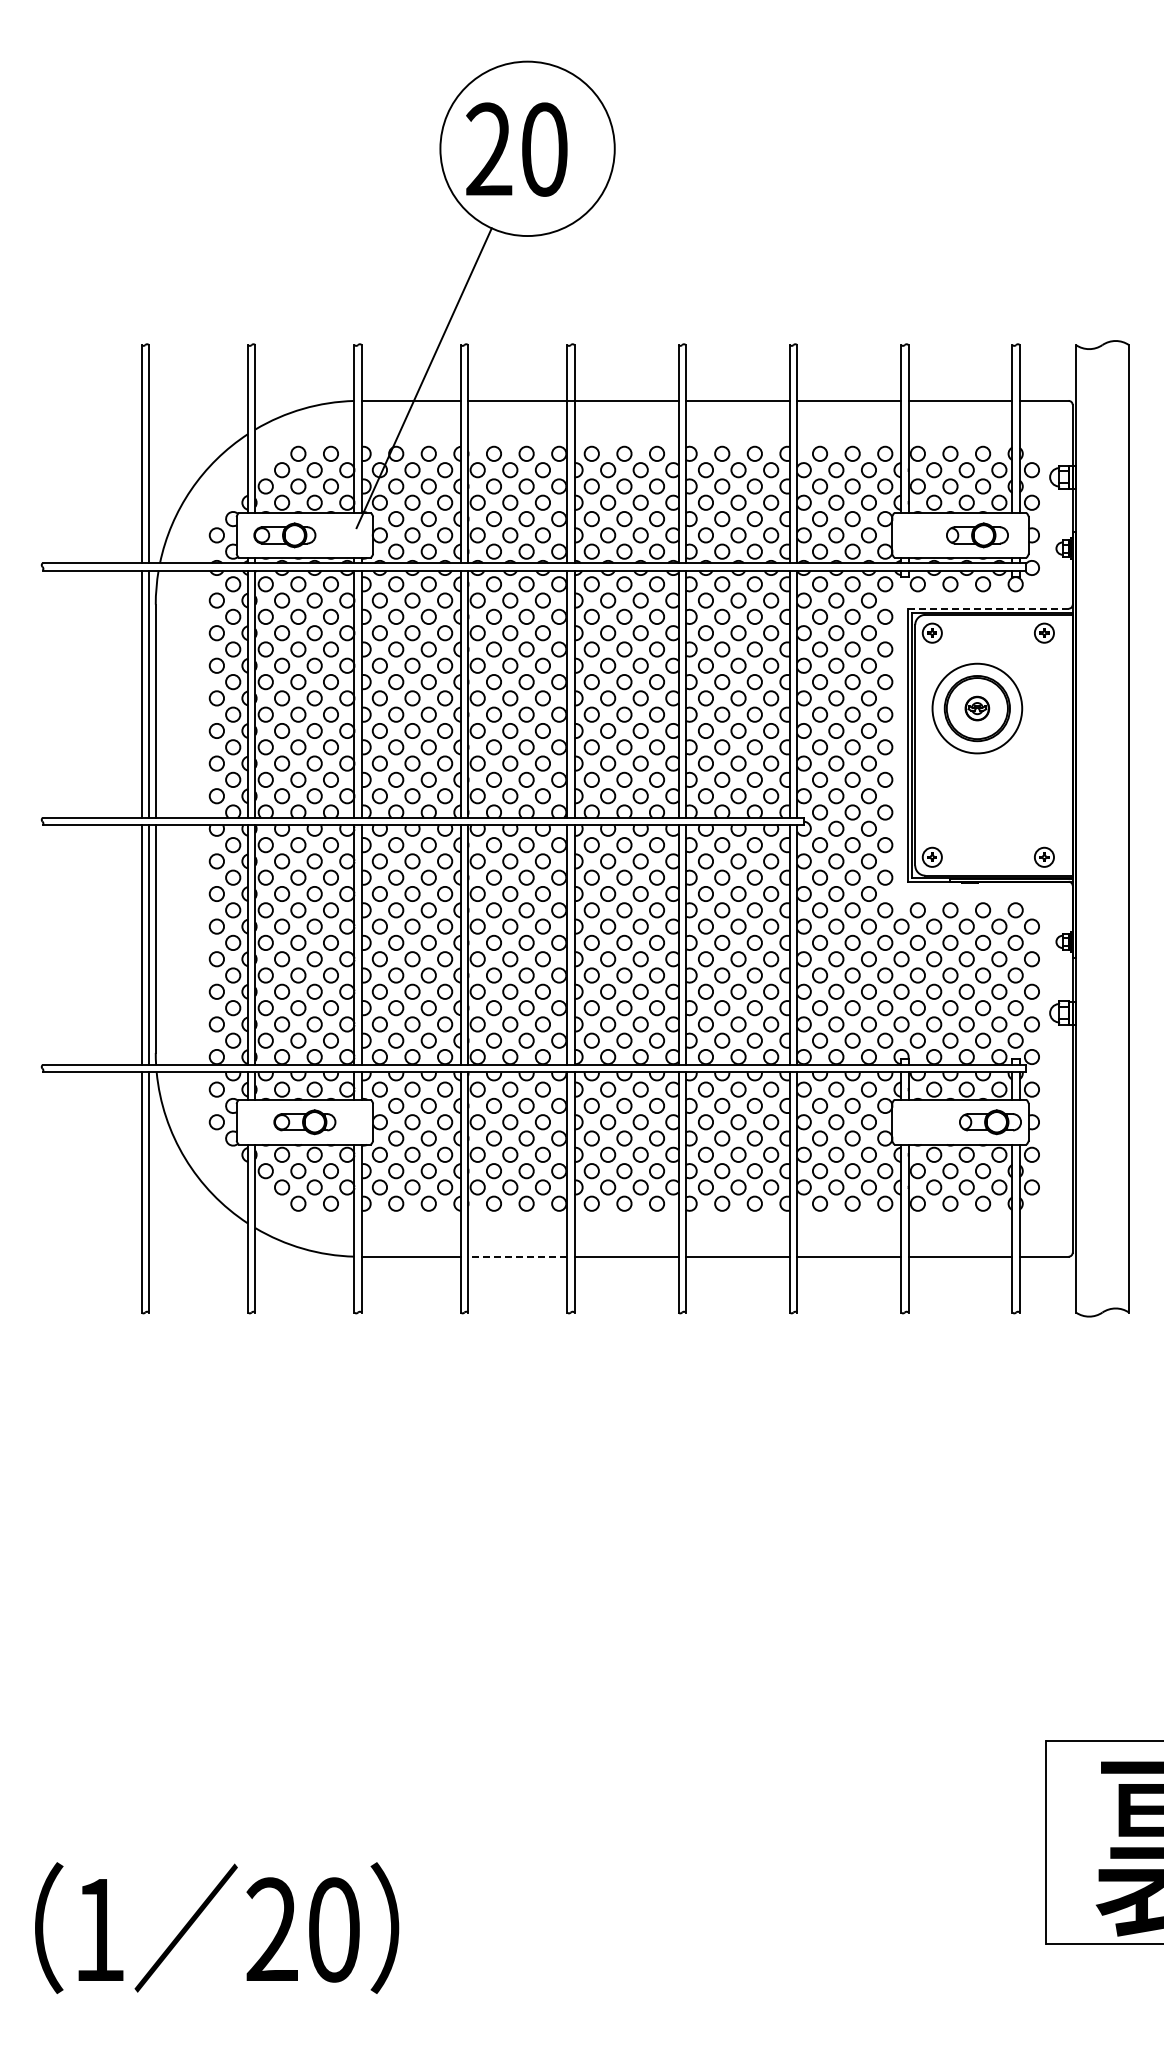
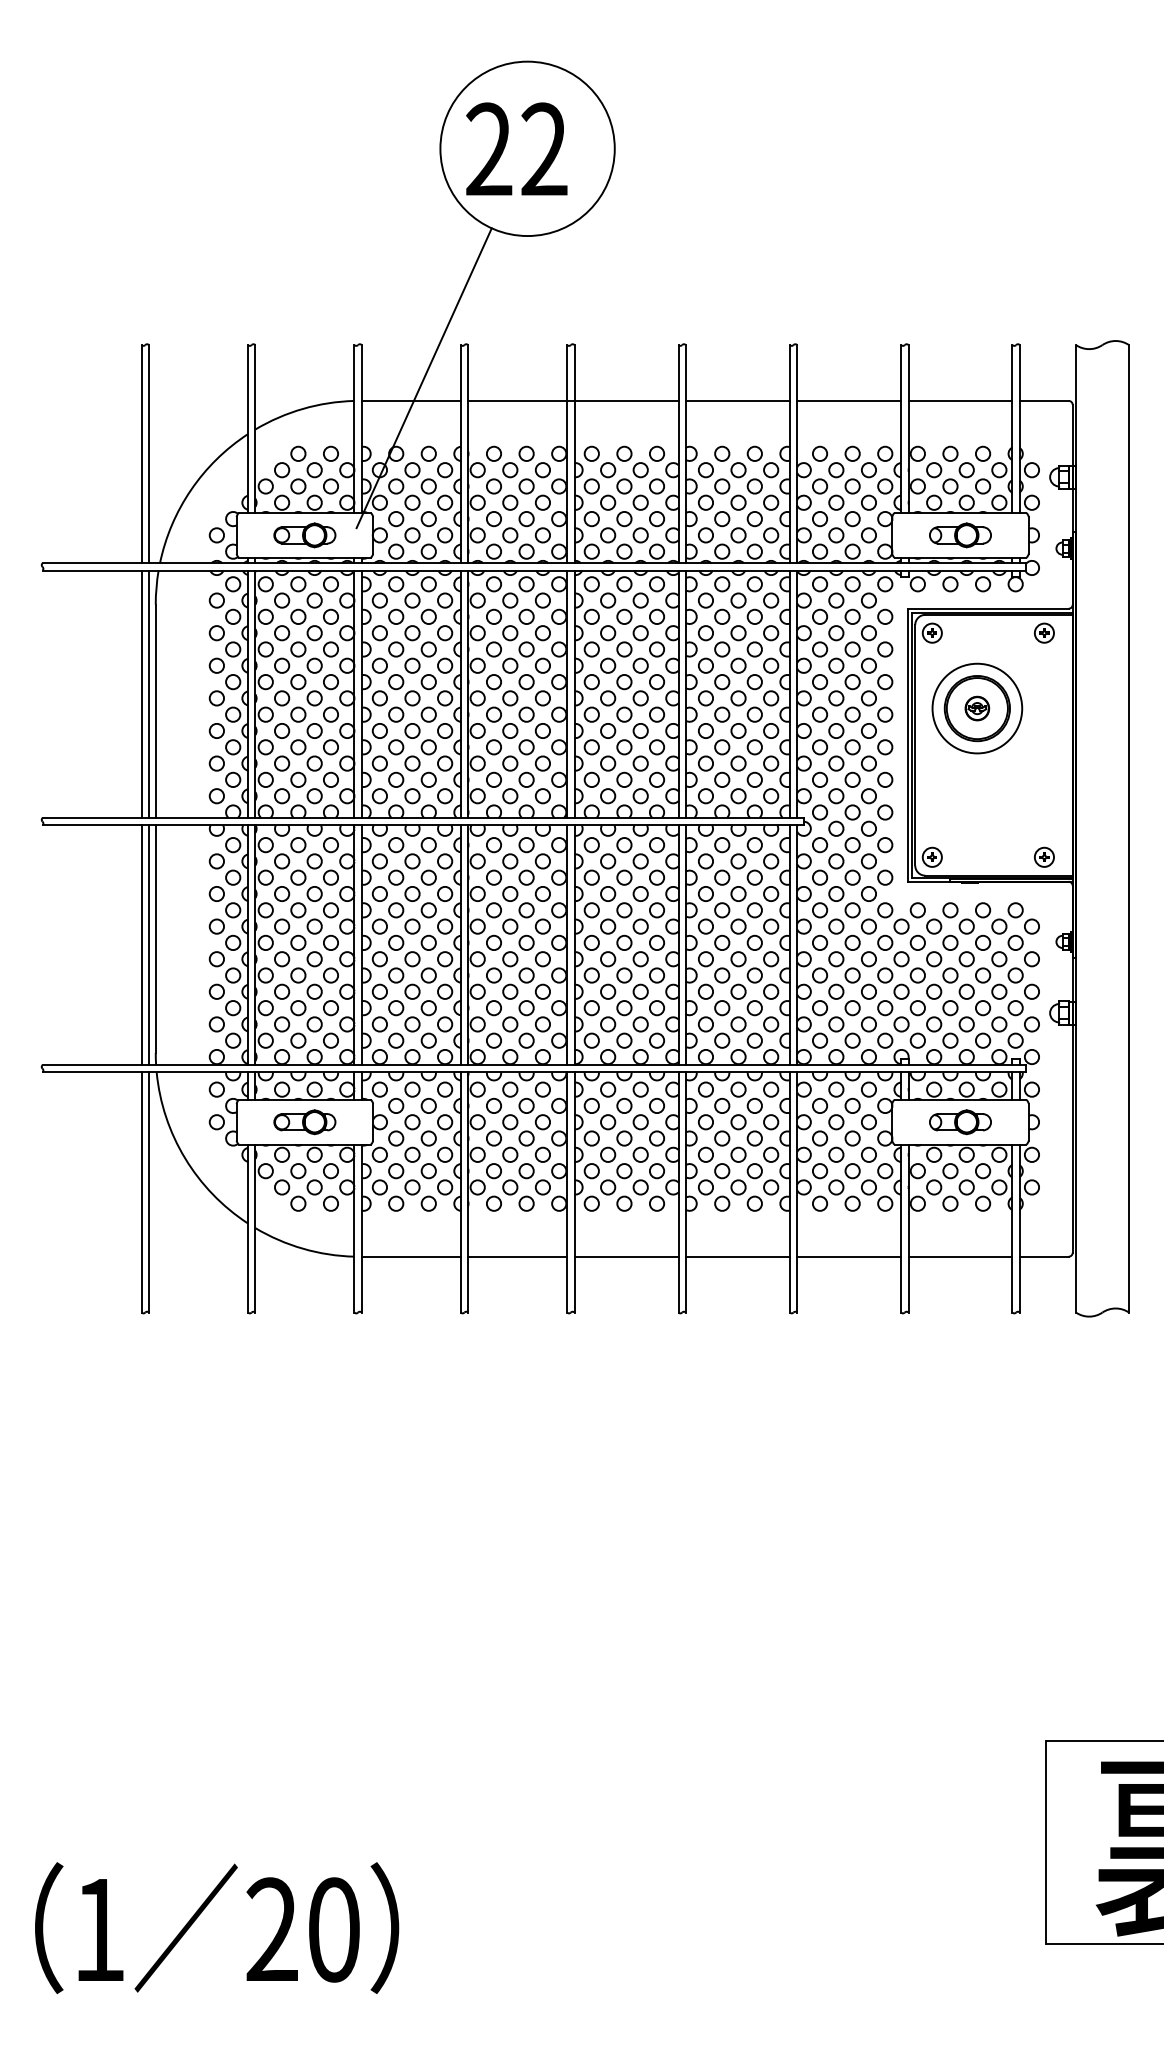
text at (544, 149): 20 -> 22
part at (284, 535) position: (284, 535) -> (304, 535)
part at (977, 535) position: (977, 535) -> (960, 535)
line at (988, 608): dashed -> solid
part at (990, 1122) position: (990, 1122) -> (960, 1122)
line at (517, 1256): dashed -> solid
